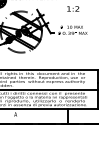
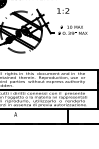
text at (73, 8) position: (73, 8) -> (63, 10)
